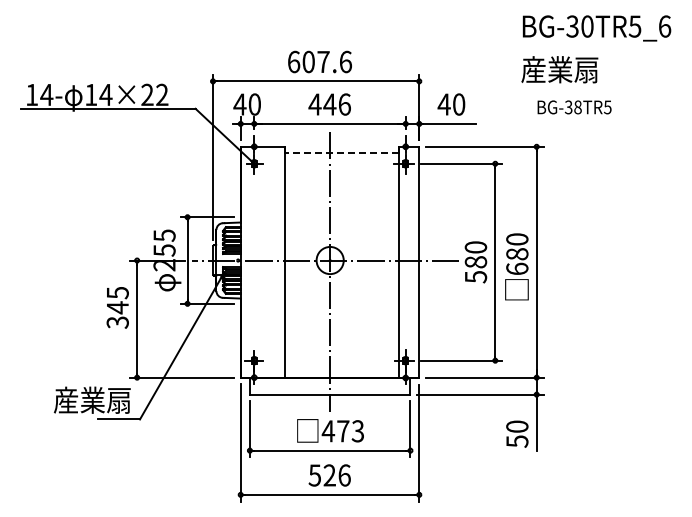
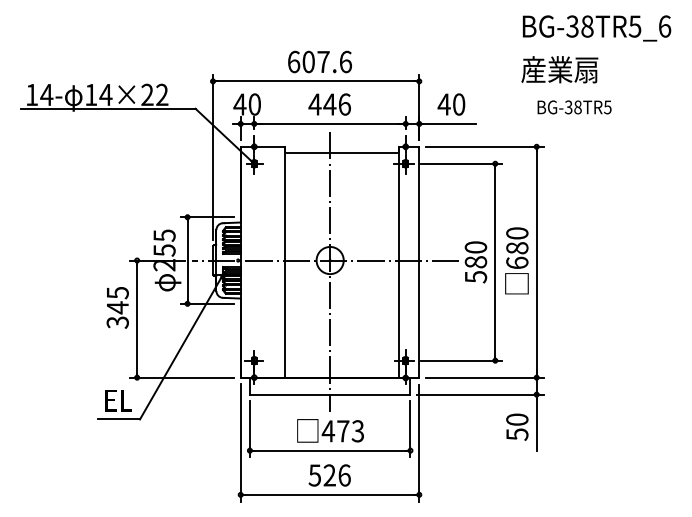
text at (587, 26): BG-30TR5_6 -> BG-38TR5_6
line at (341, 153): dashed -> solid
text at (516, 266) position: (516, 266) -> (516, 260)
text at (92, 399): 産業扇 -> EL
text at (517, 433) position: (517, 433) -> (517, 426)
